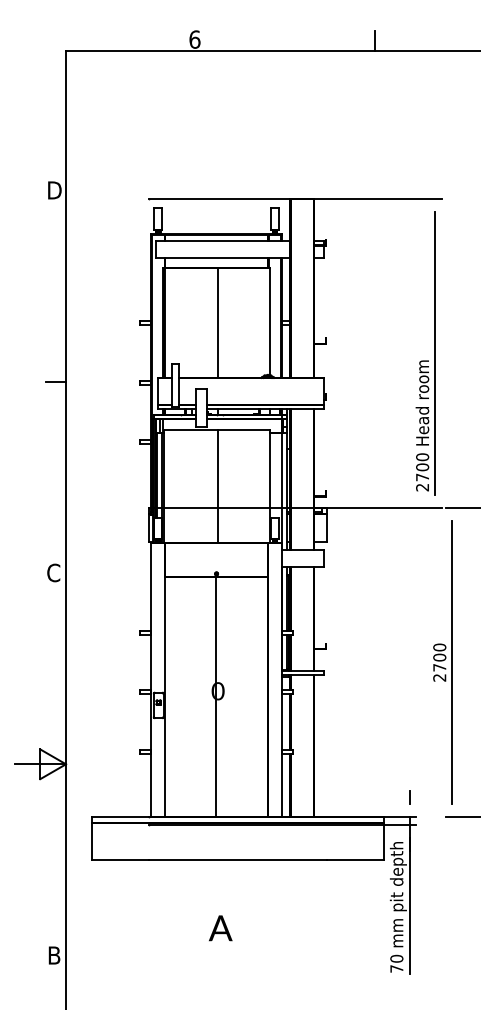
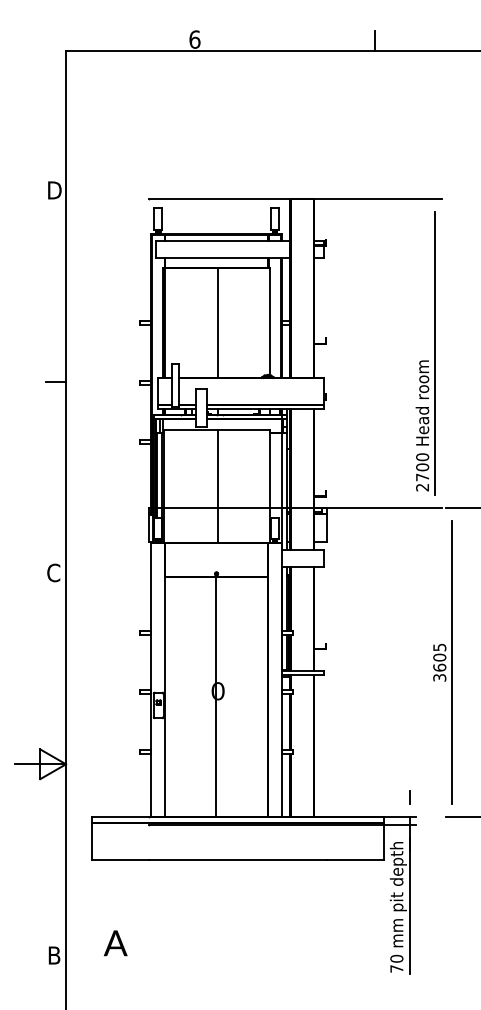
text at (439, 662): 2700 -> 3605
text at (220, 928) position: (220, 928) -> (115, 943)
